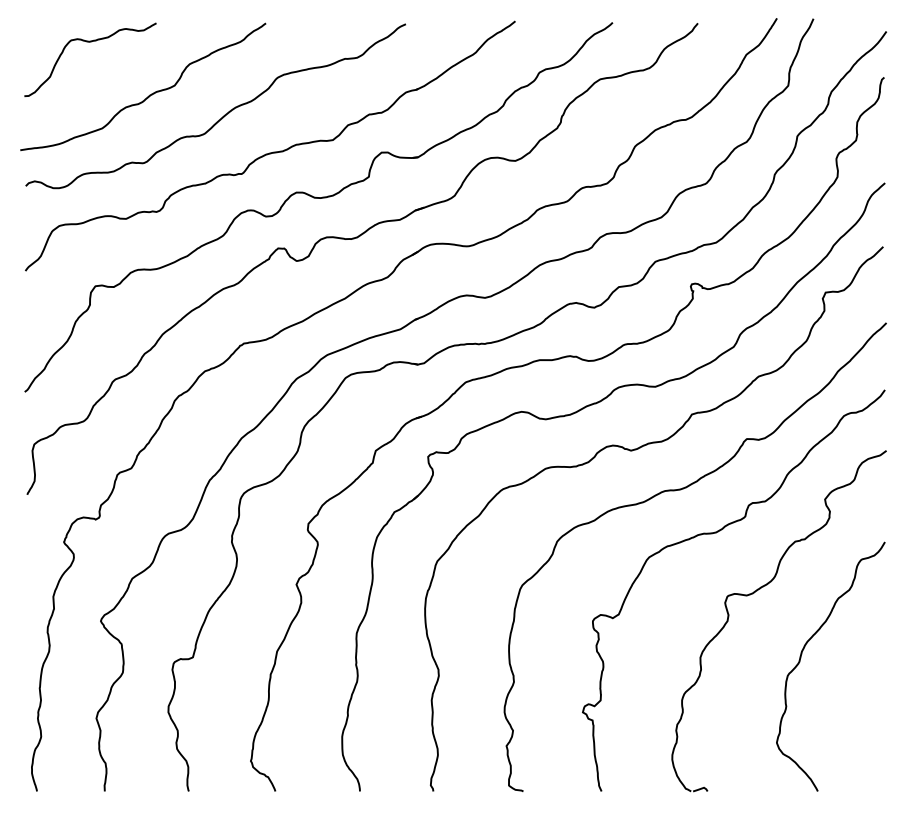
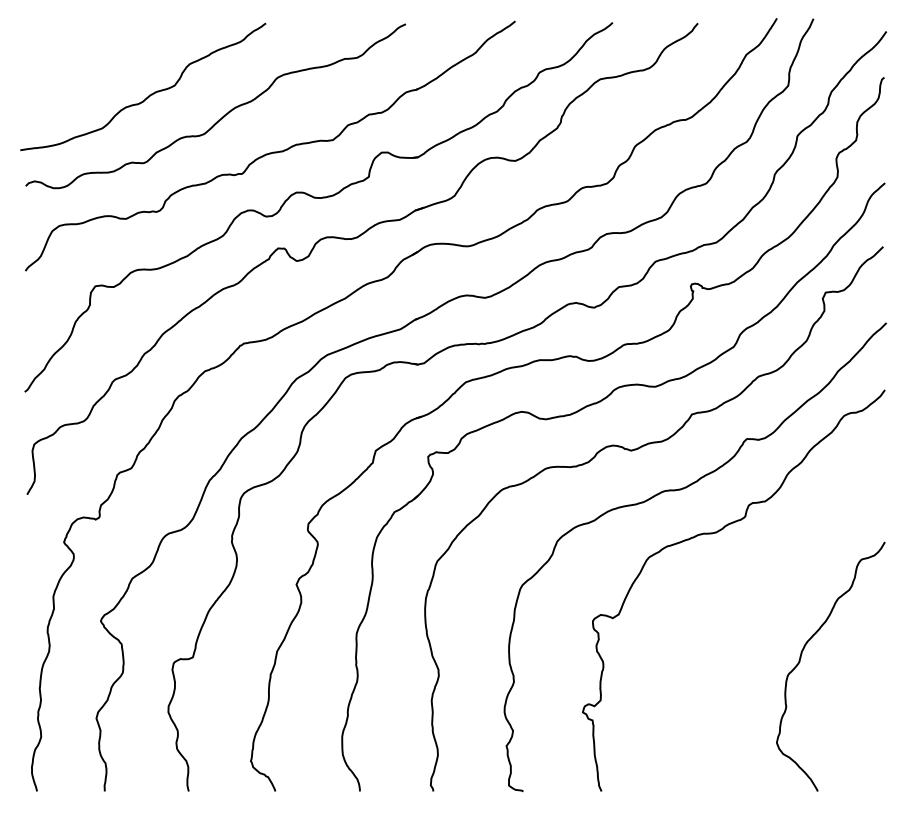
curve at (90, 42): present -> none
part at (757, 591): present -> none
